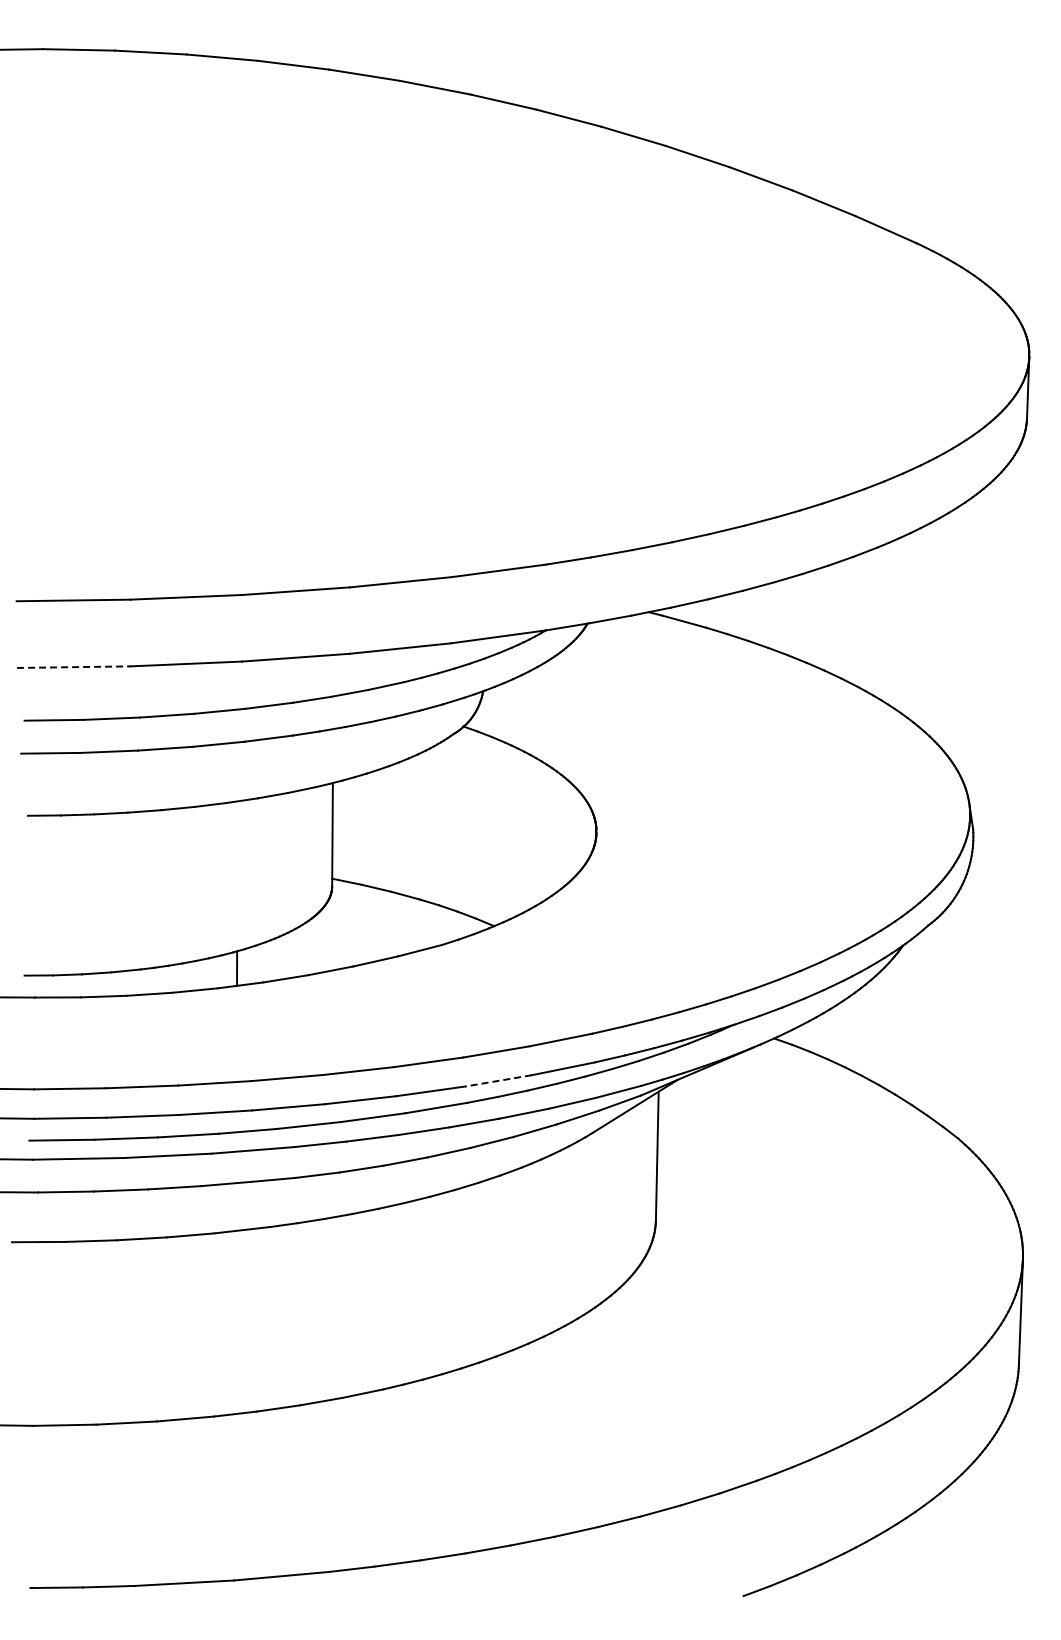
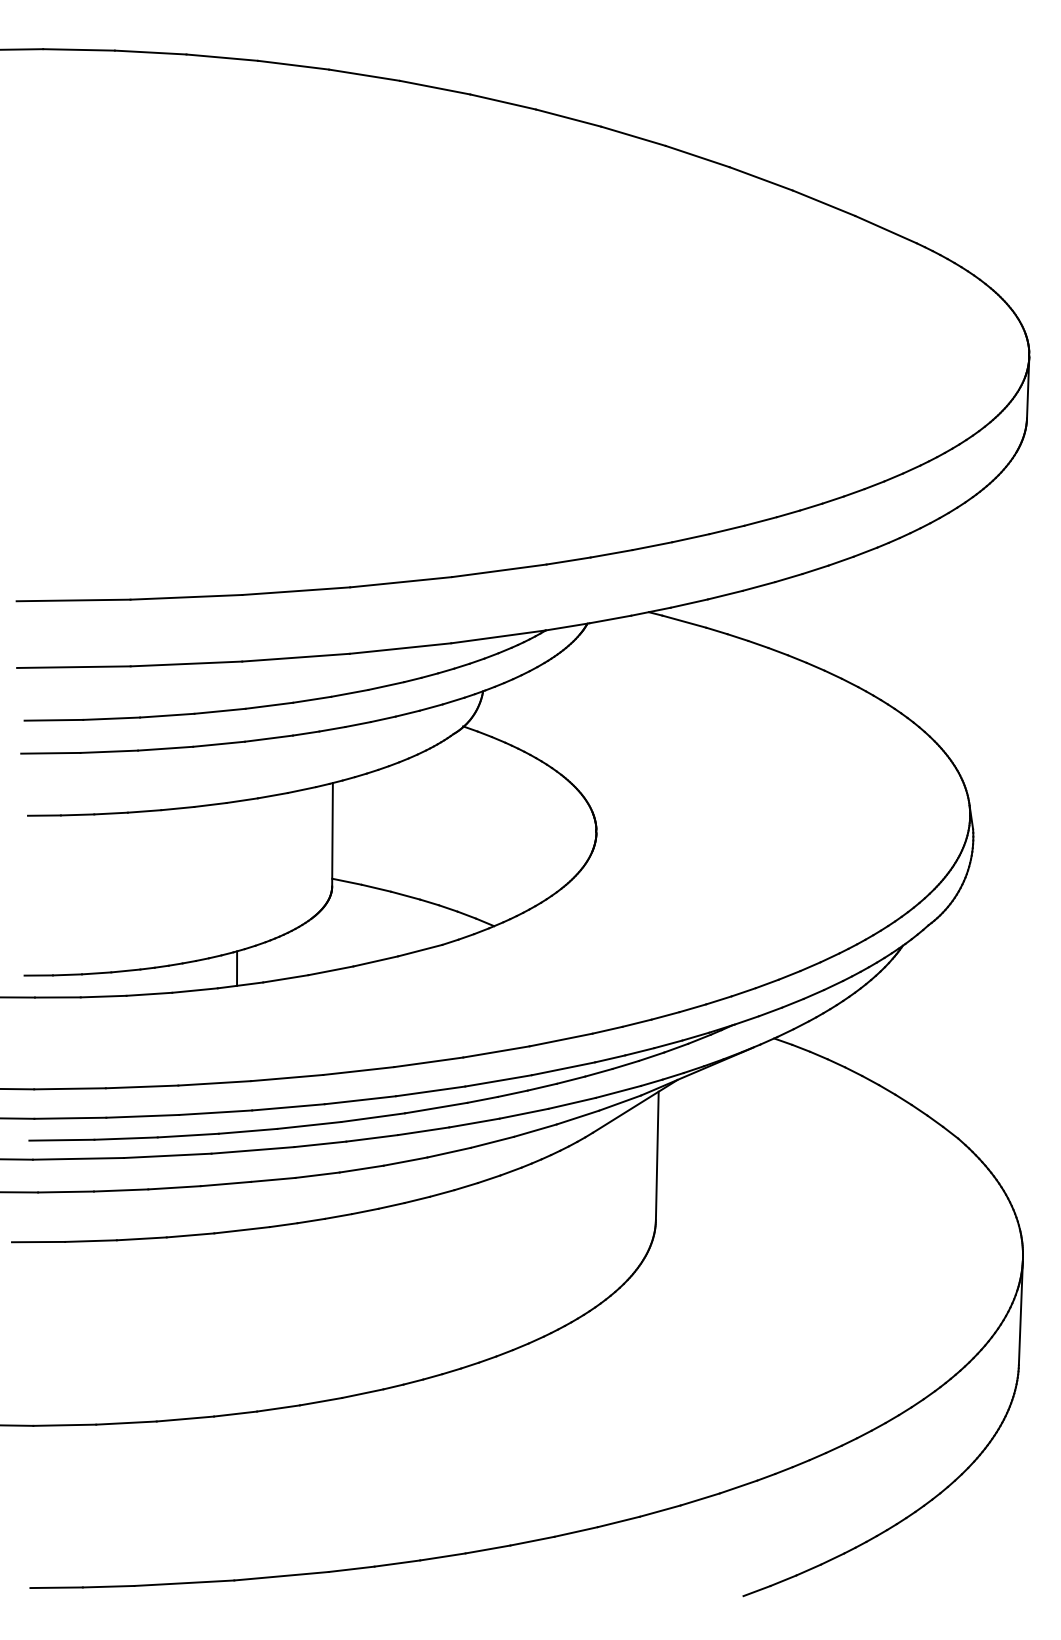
line at (73, 667): dashed -> solid
line at (498, 1080): dashed -> solid
